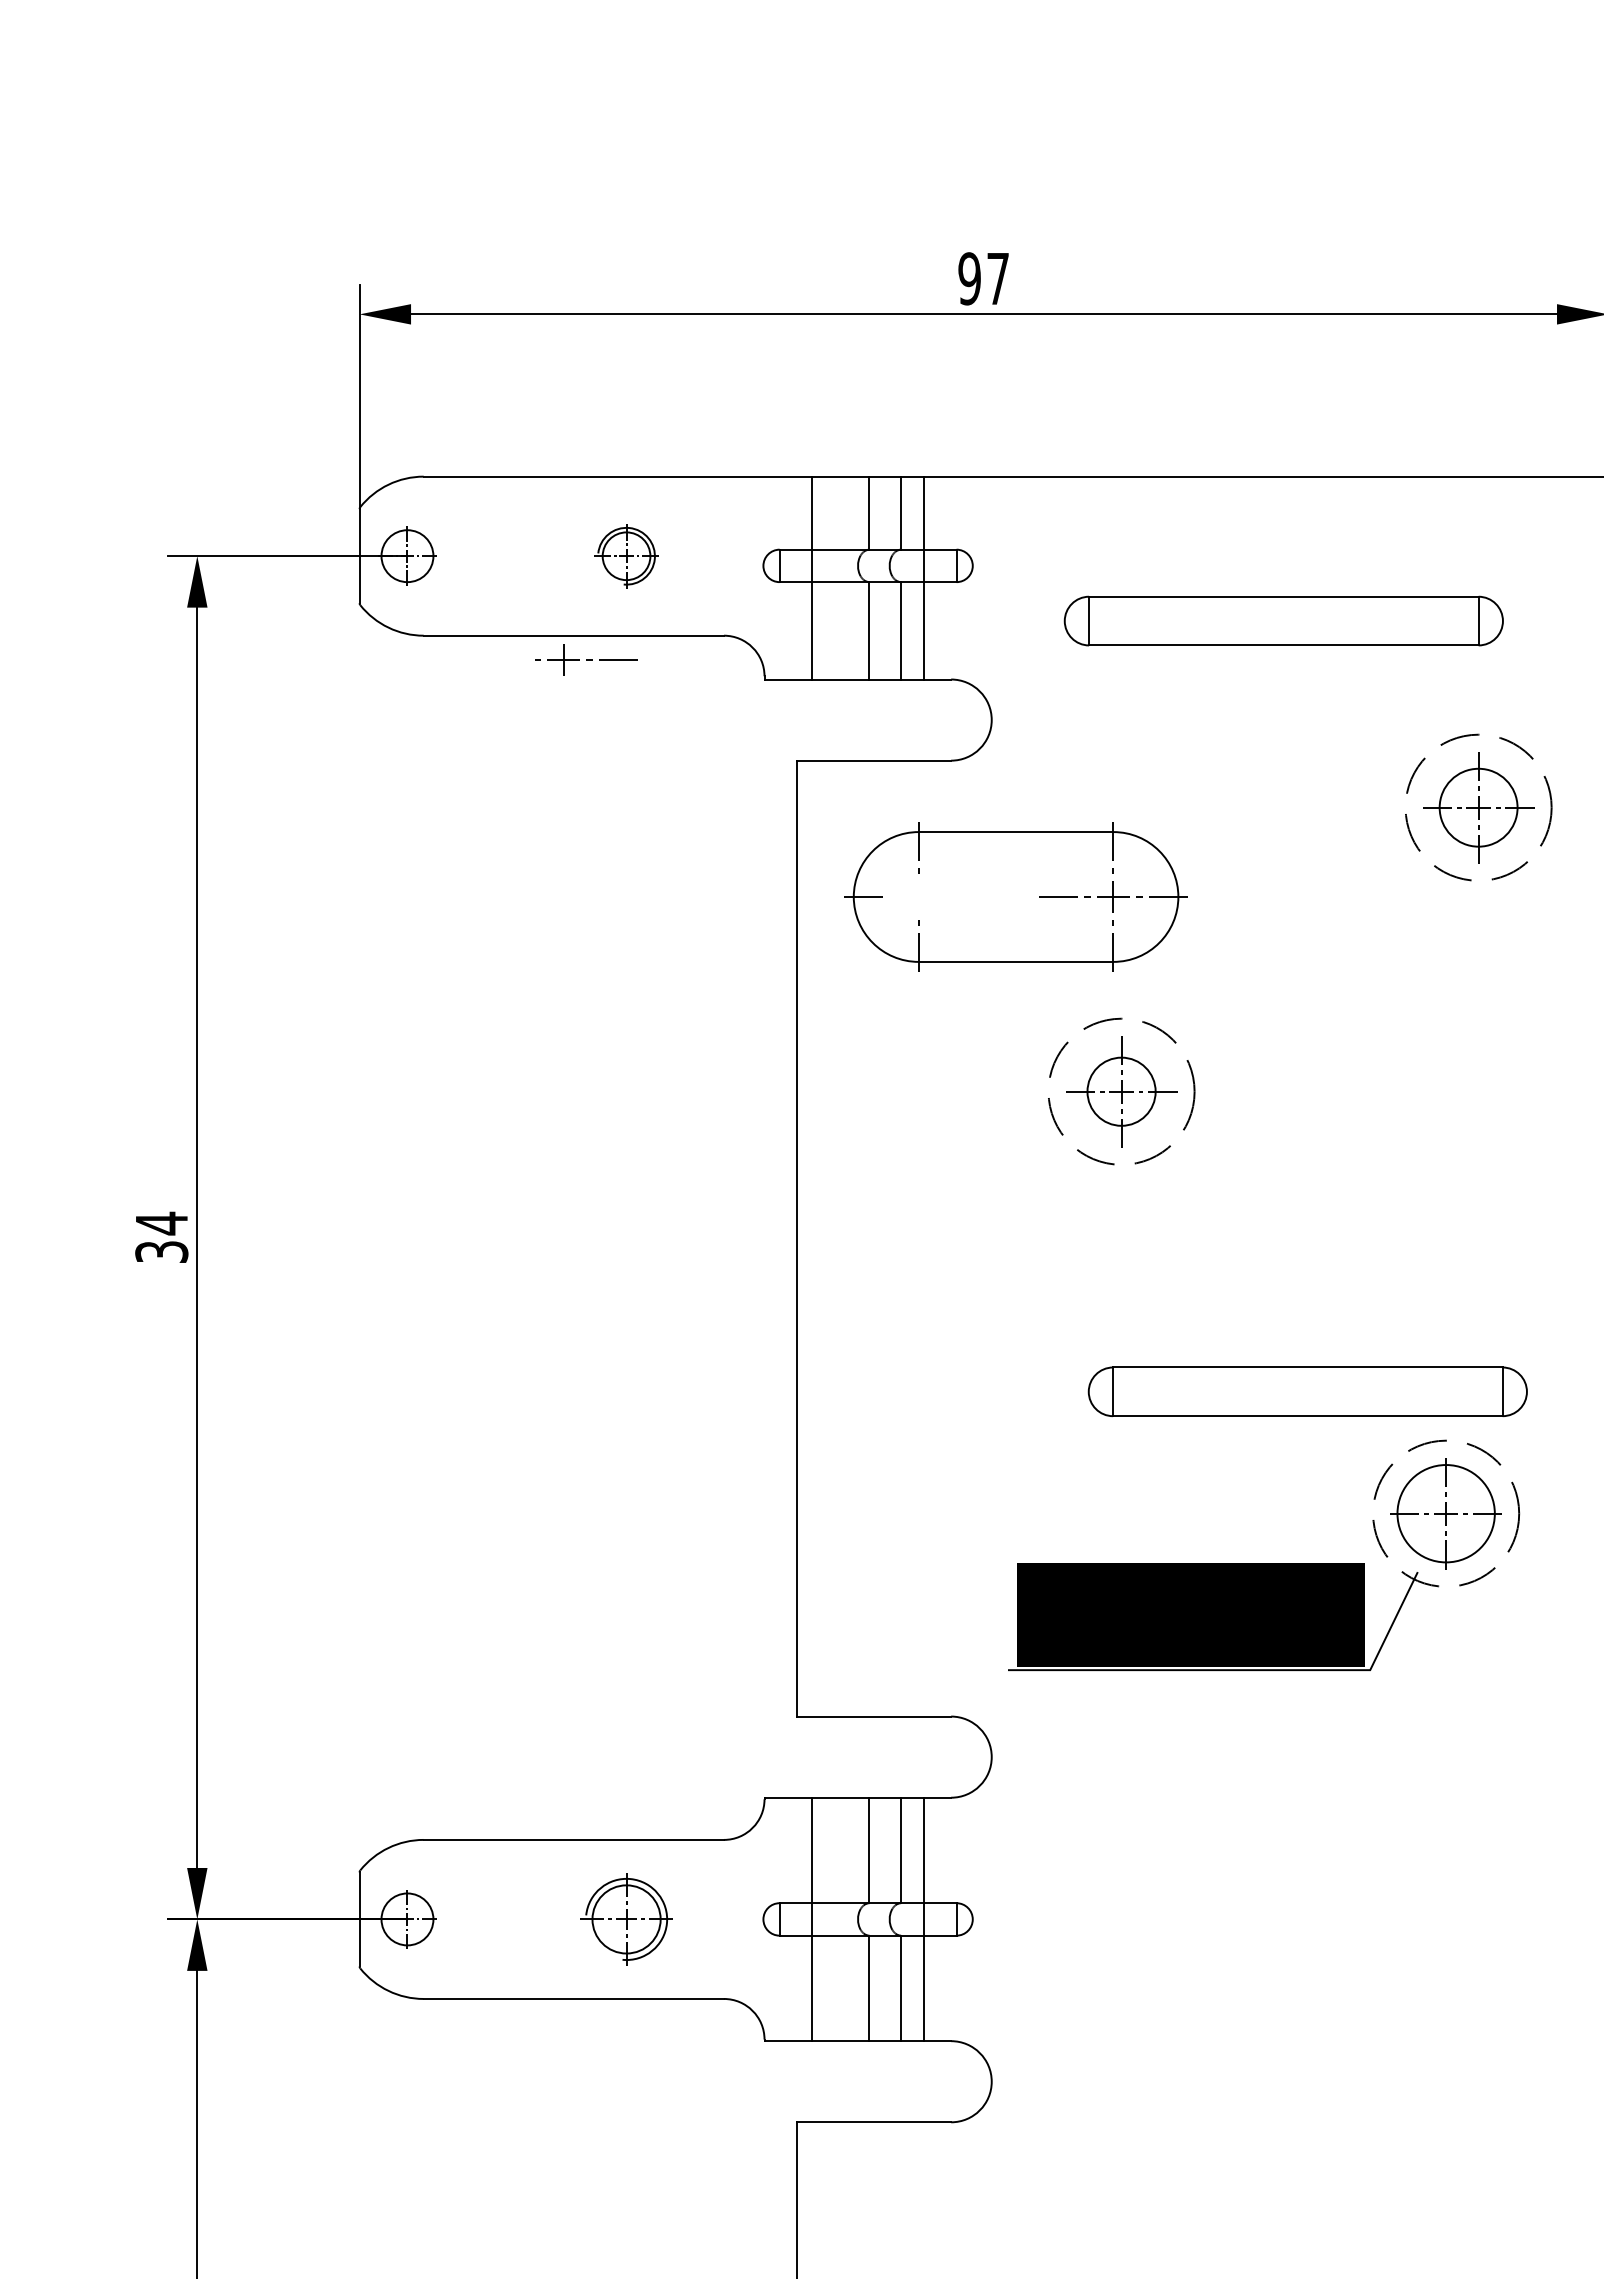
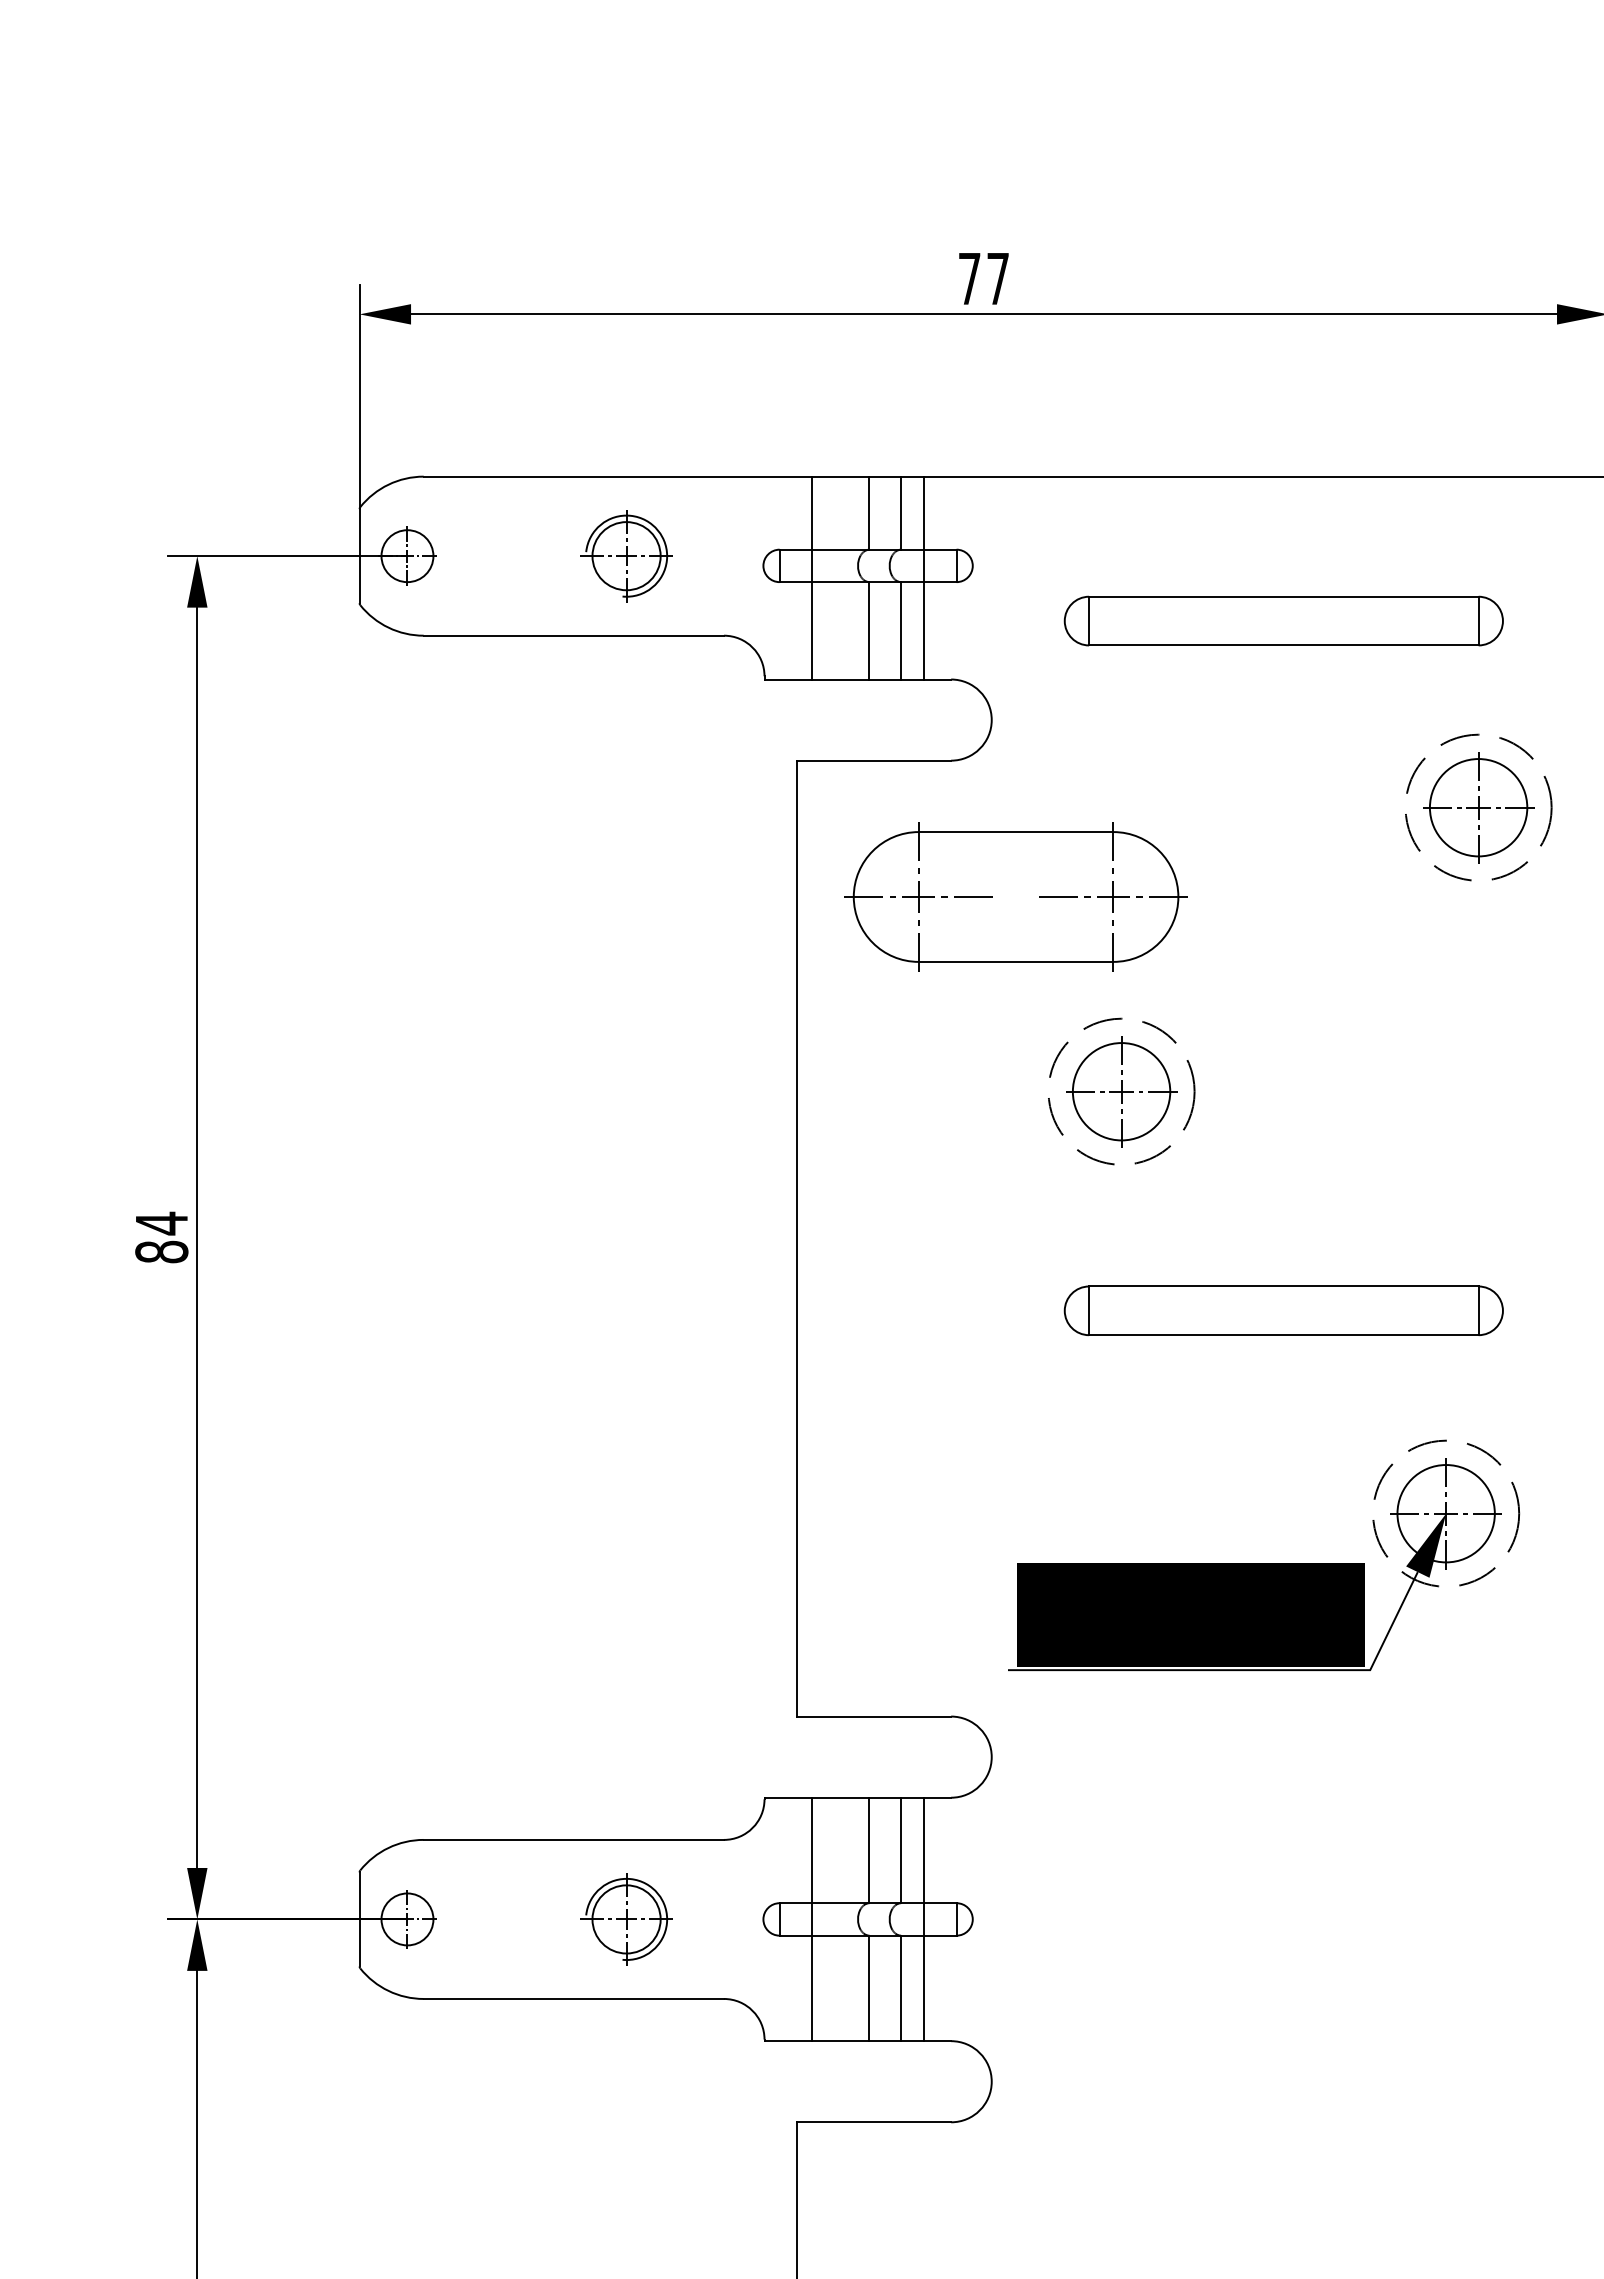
text at (969, 278): 97 -> 77
part at (626, 556) size: 65x65 px -> 93x93 px
part at (586, 659) position: (586, 659) -> (941, 896)
circle at (1478, 807) diameter: 78 px -> 97 px
circle at (1121, 1091) diameter: 68 px -> 97 px
text at (161, 1251): 34 -> 84
part at (1307, 1391) position: (1307, 1391) -> (1283, 1310)
fill at (1426, 1545): none -> present
